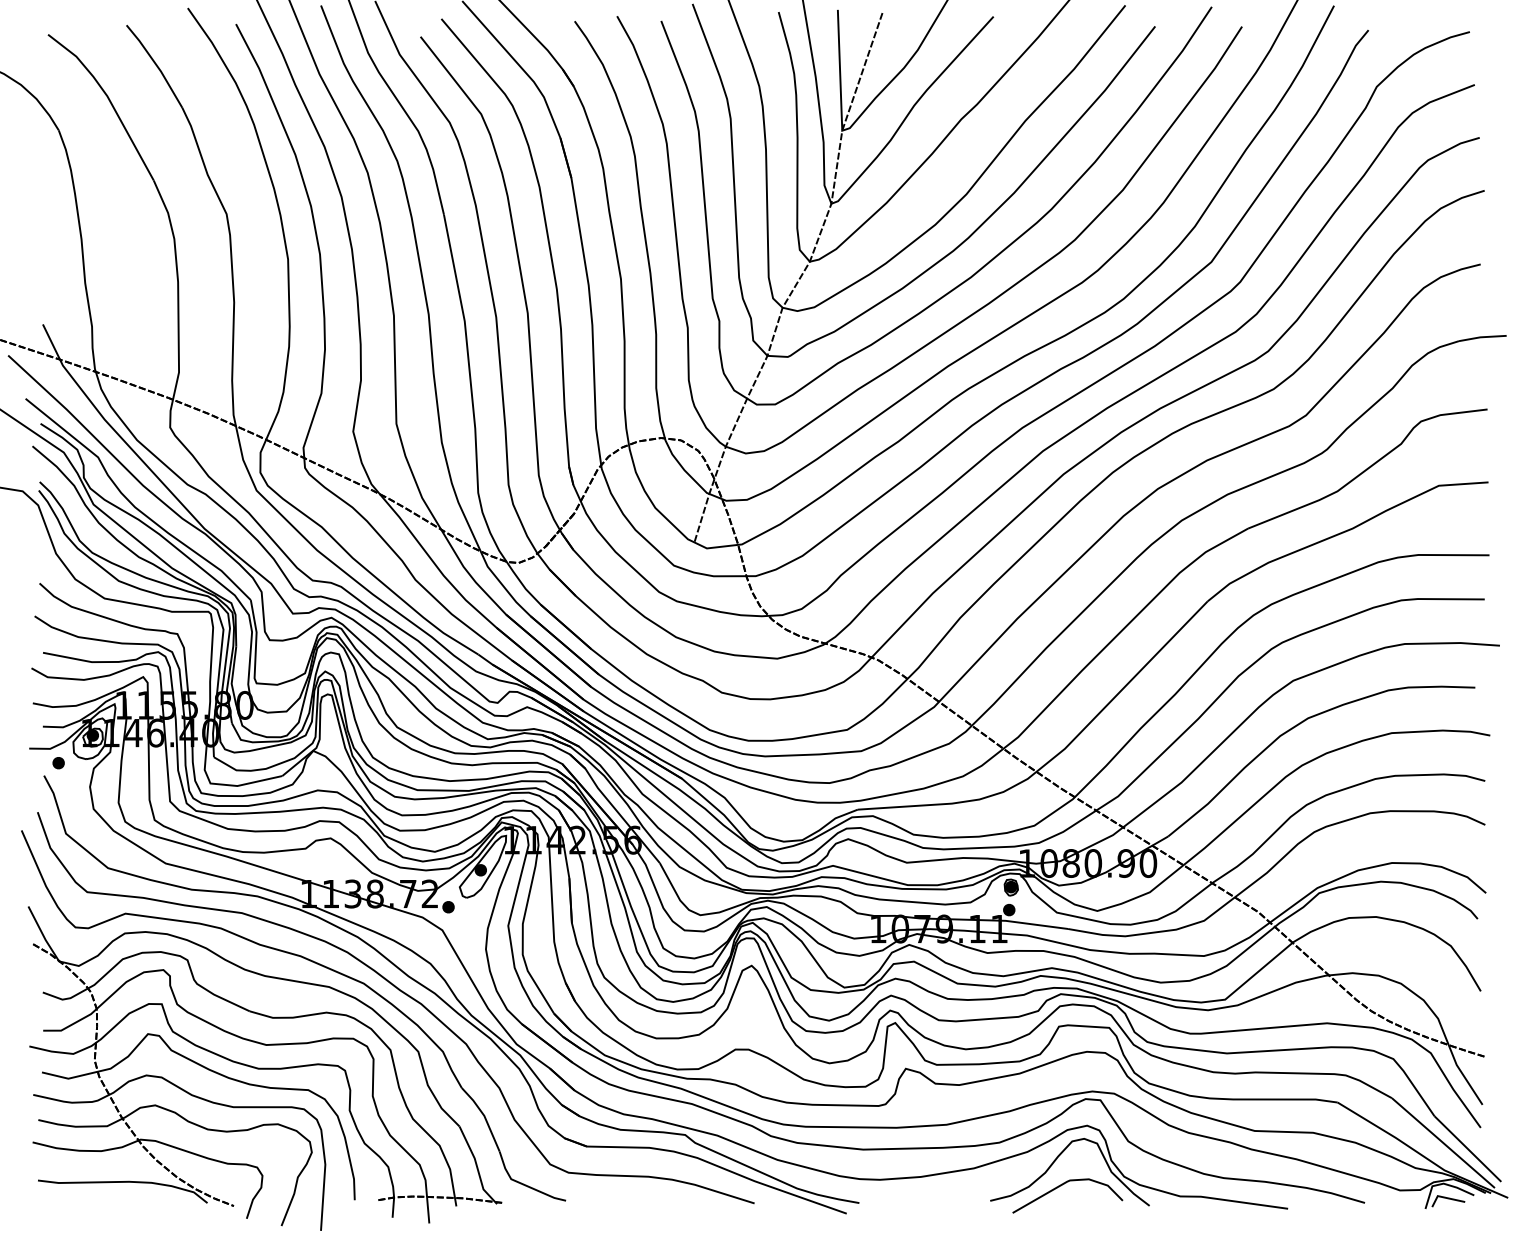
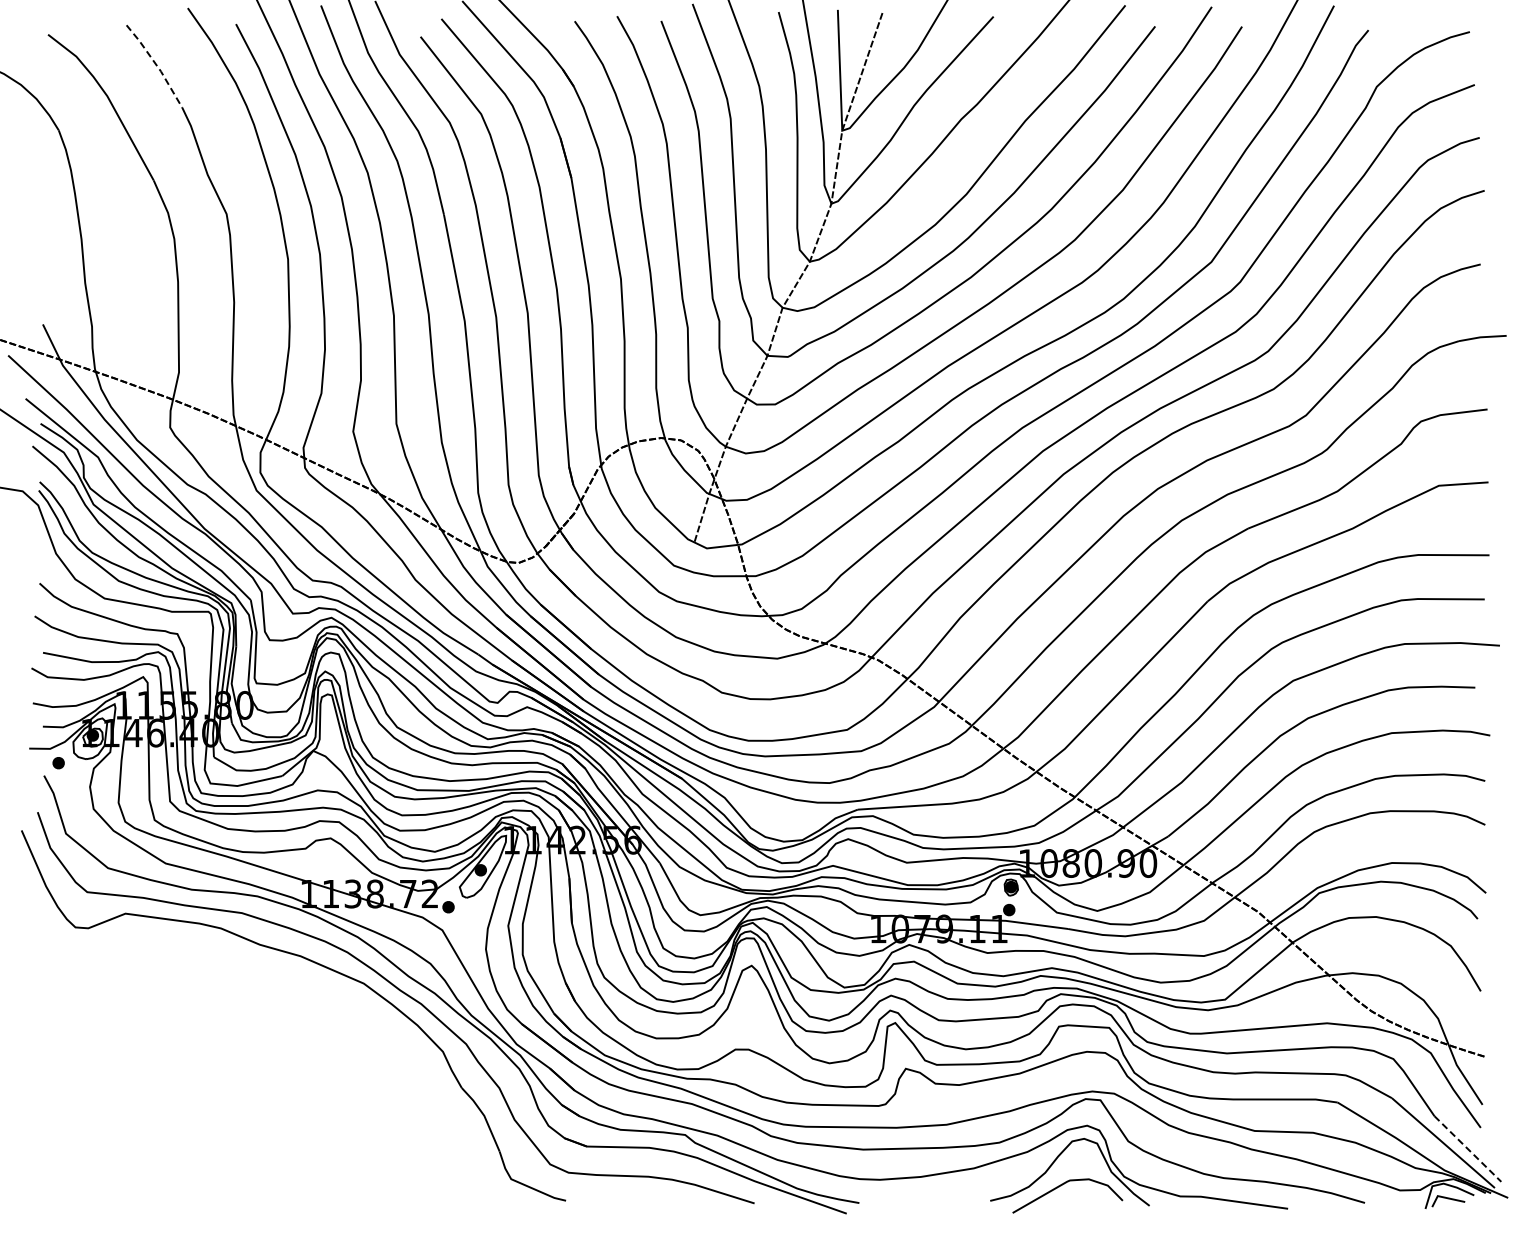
line at (156, 65): solid -> dashed
part at (264, 1068): present -> none
line at (1467, 1149): solid -> dashed
